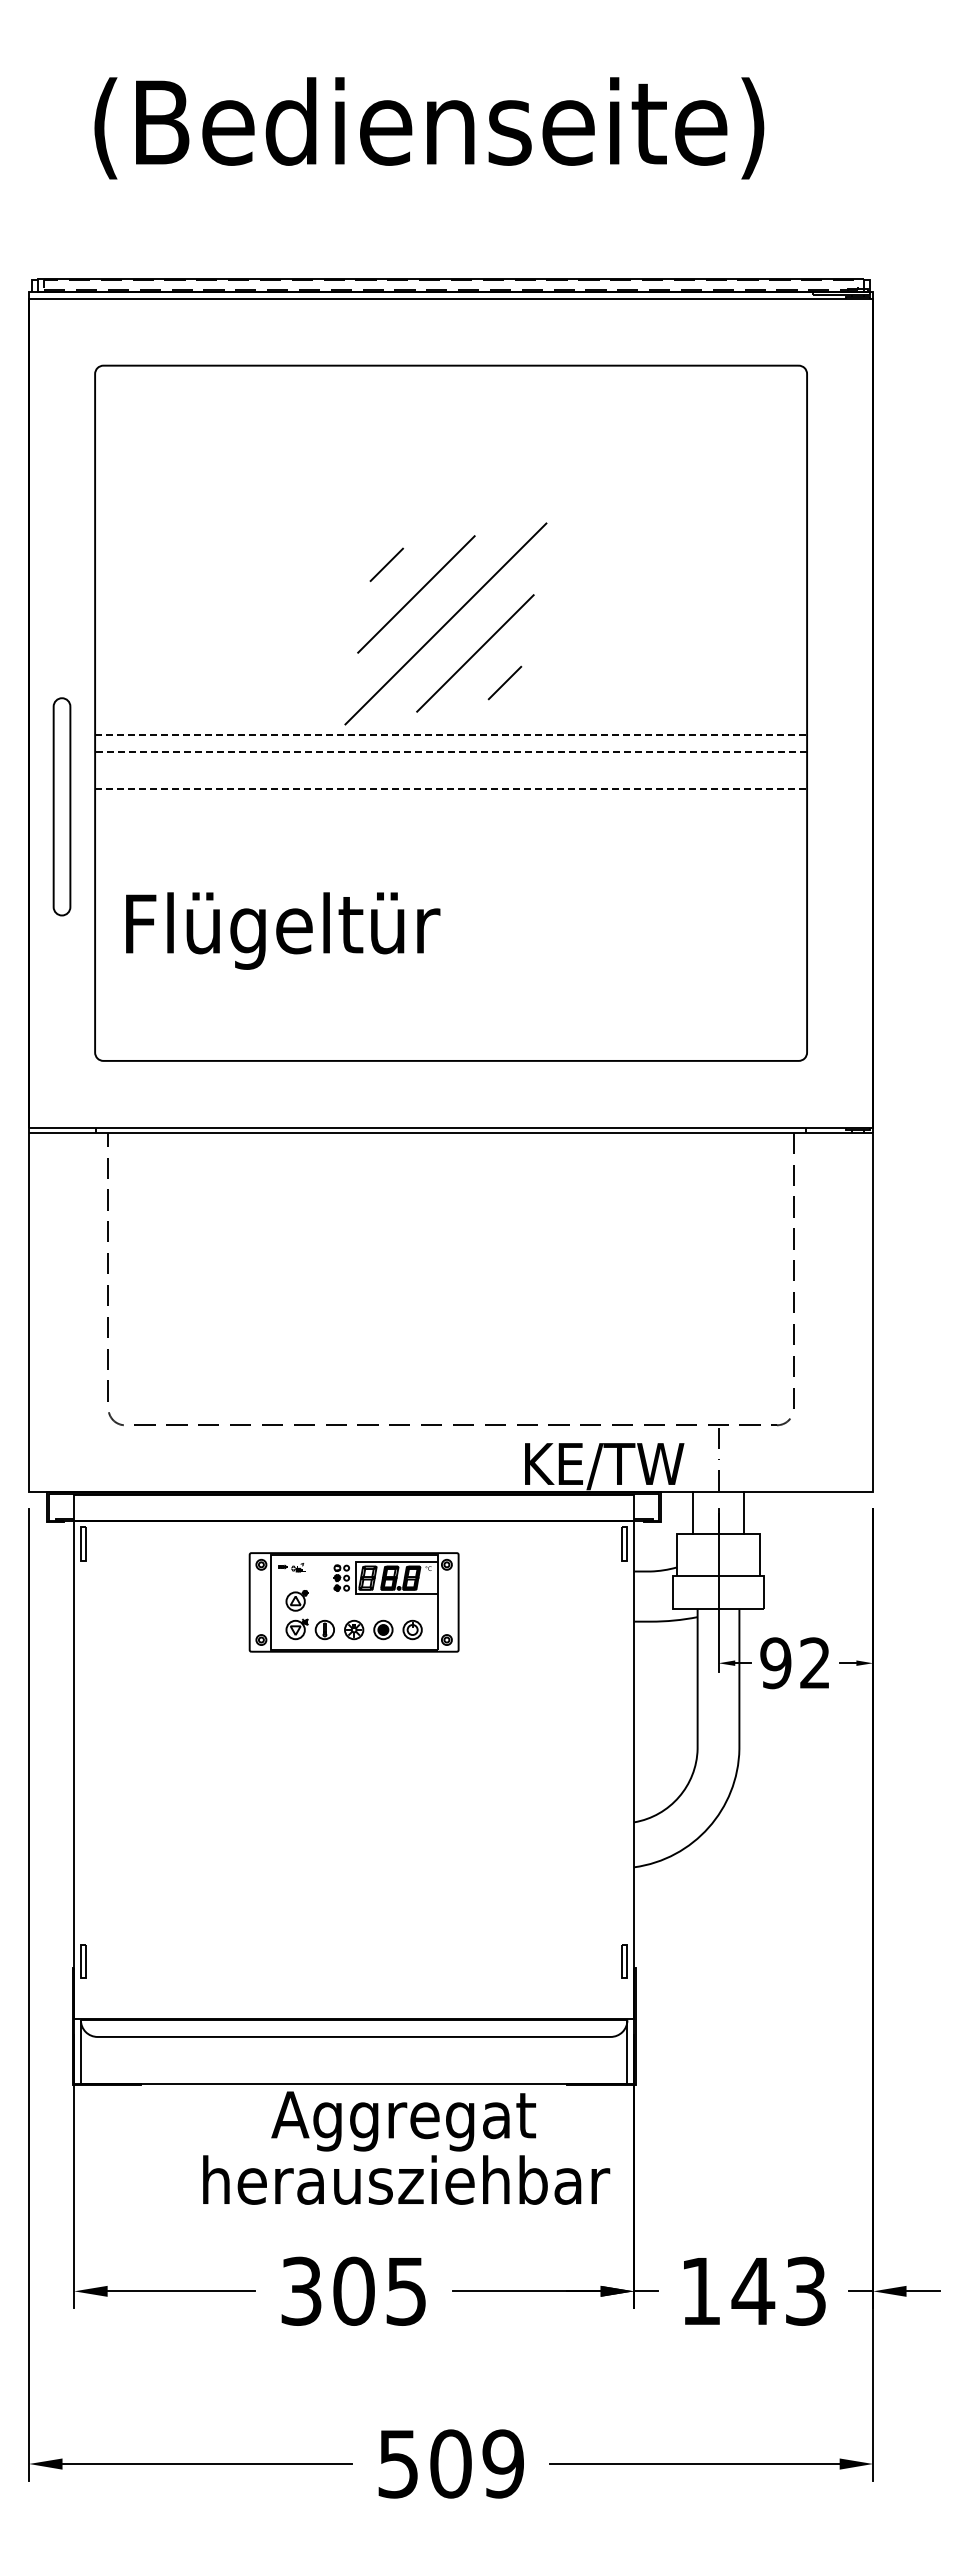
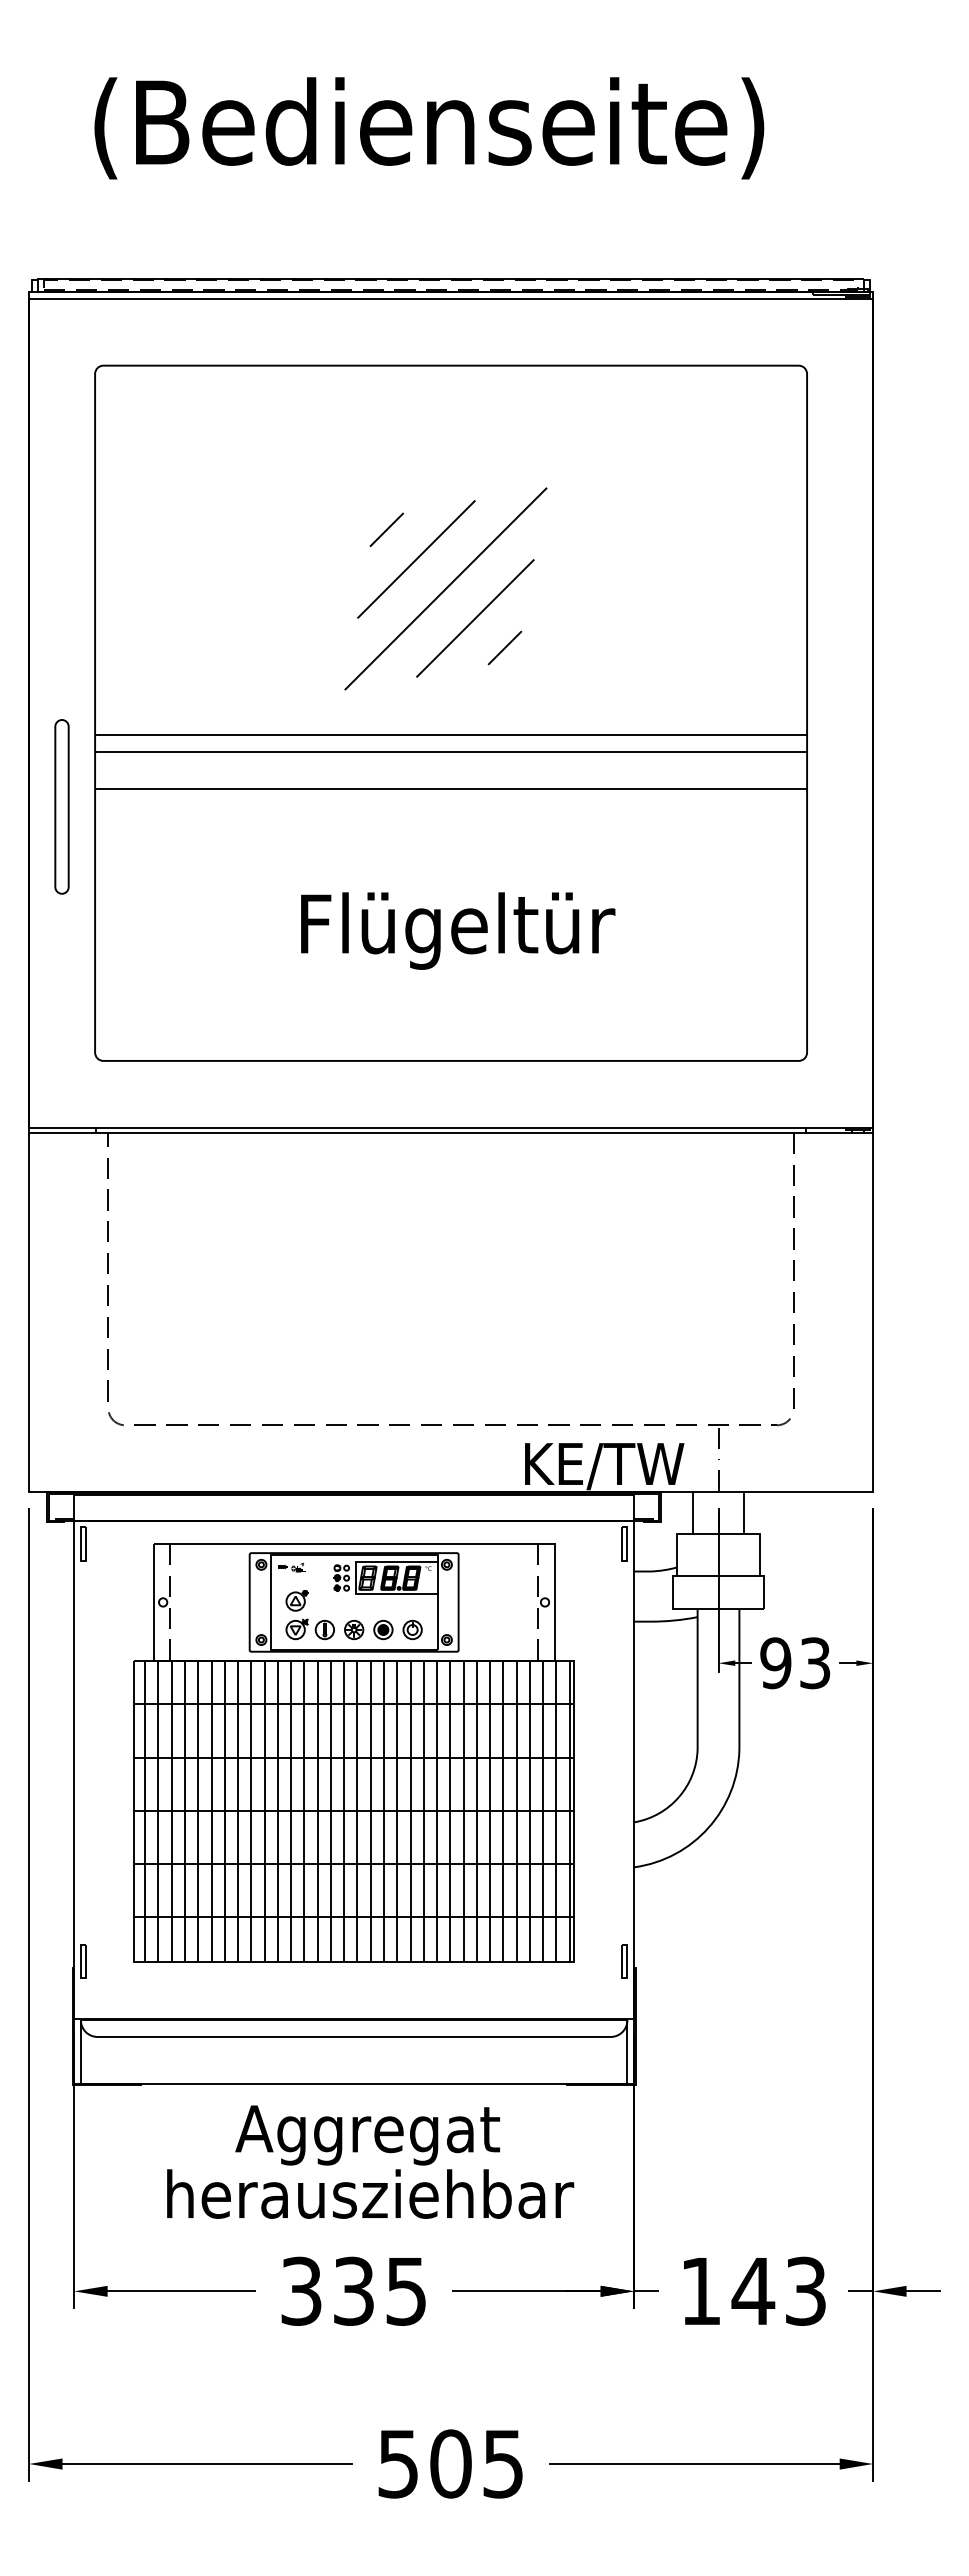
part at (445, 623) position: (445, 623) -> (445, 588)
line at (451, 735): dashed -> solid
line at (451, 751): dashed -> solid
line at (451, 788): dashed -> solid
part at (61, 806) size: 20x220 px -> 16x176 px
text at (283, 930) position: (283, 930) -> (458, 930)
text at (815, 1663): 92 -> 93
part at (353, 1752): none -> present
text at (406, 2147) position: (406, 2147) -> (370, 2161)
text at (353, 2290): 305 -> 335
text at (502, 2463): 509 -> 505
